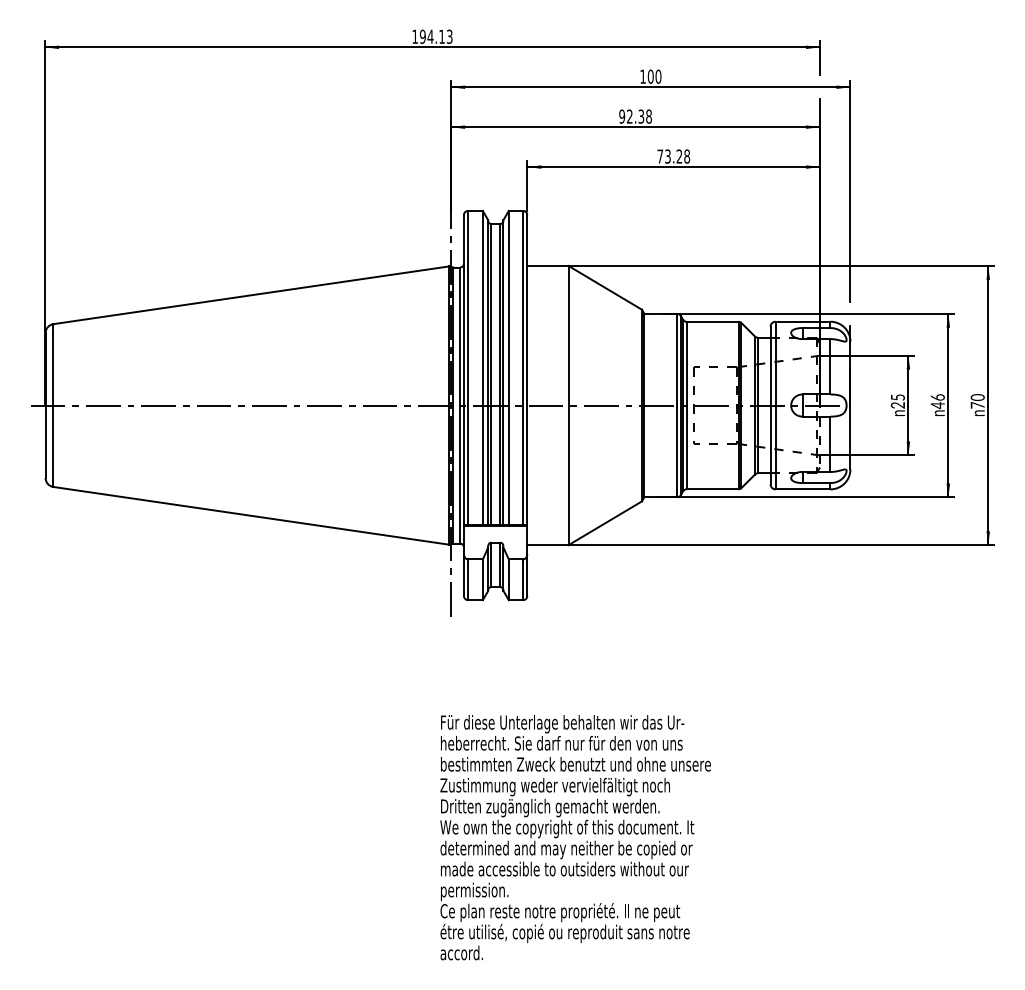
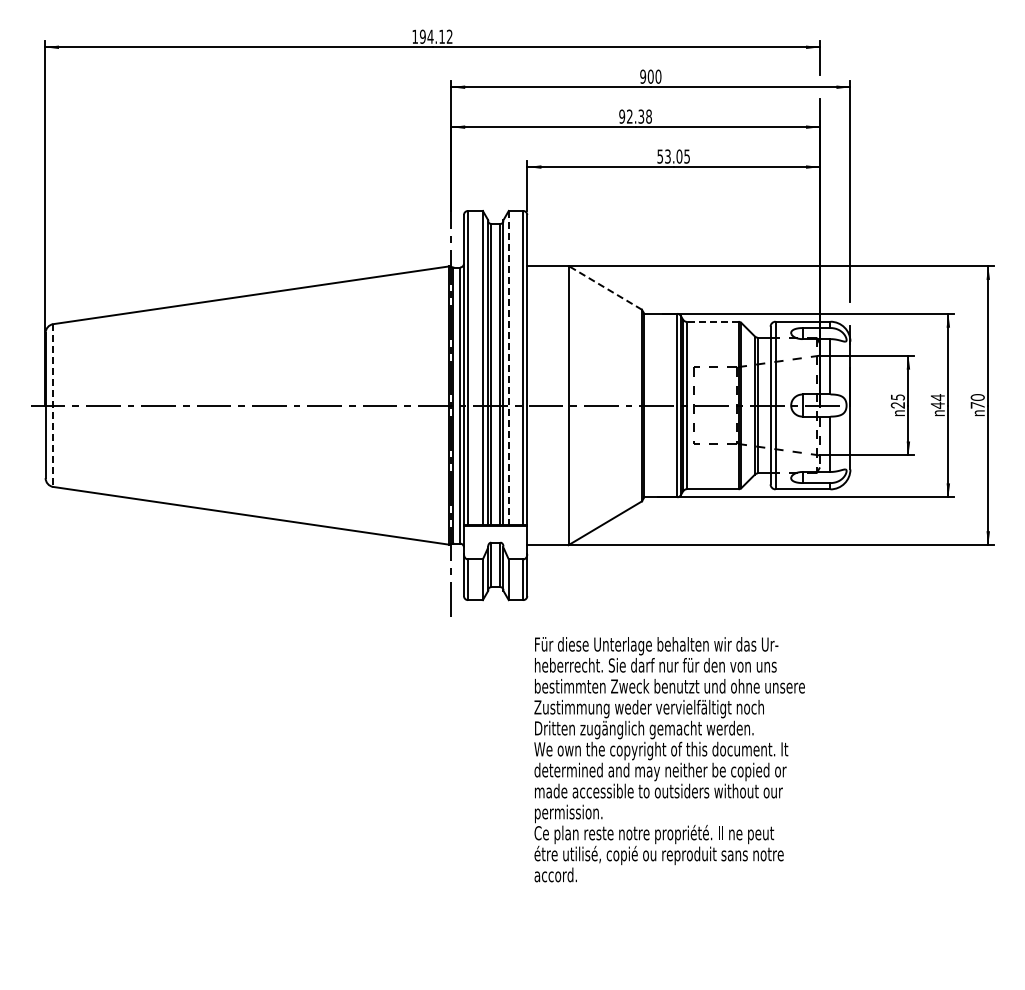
text at (449, 36): 194.13 -> 194.12
text at (643, 76): 100 -> 900
text at (673, 156): 73.28 -> 53.05
line at (605, 287): solid -> dashed
line at (712, 321): solid -> dashed
line at (508, 367): solid -> dashed
text at (937, 397): 46 -> 44
line at (53, 406): solid -> dashed
text at (575, 837) position: (575, 837) -> (669, 759)
